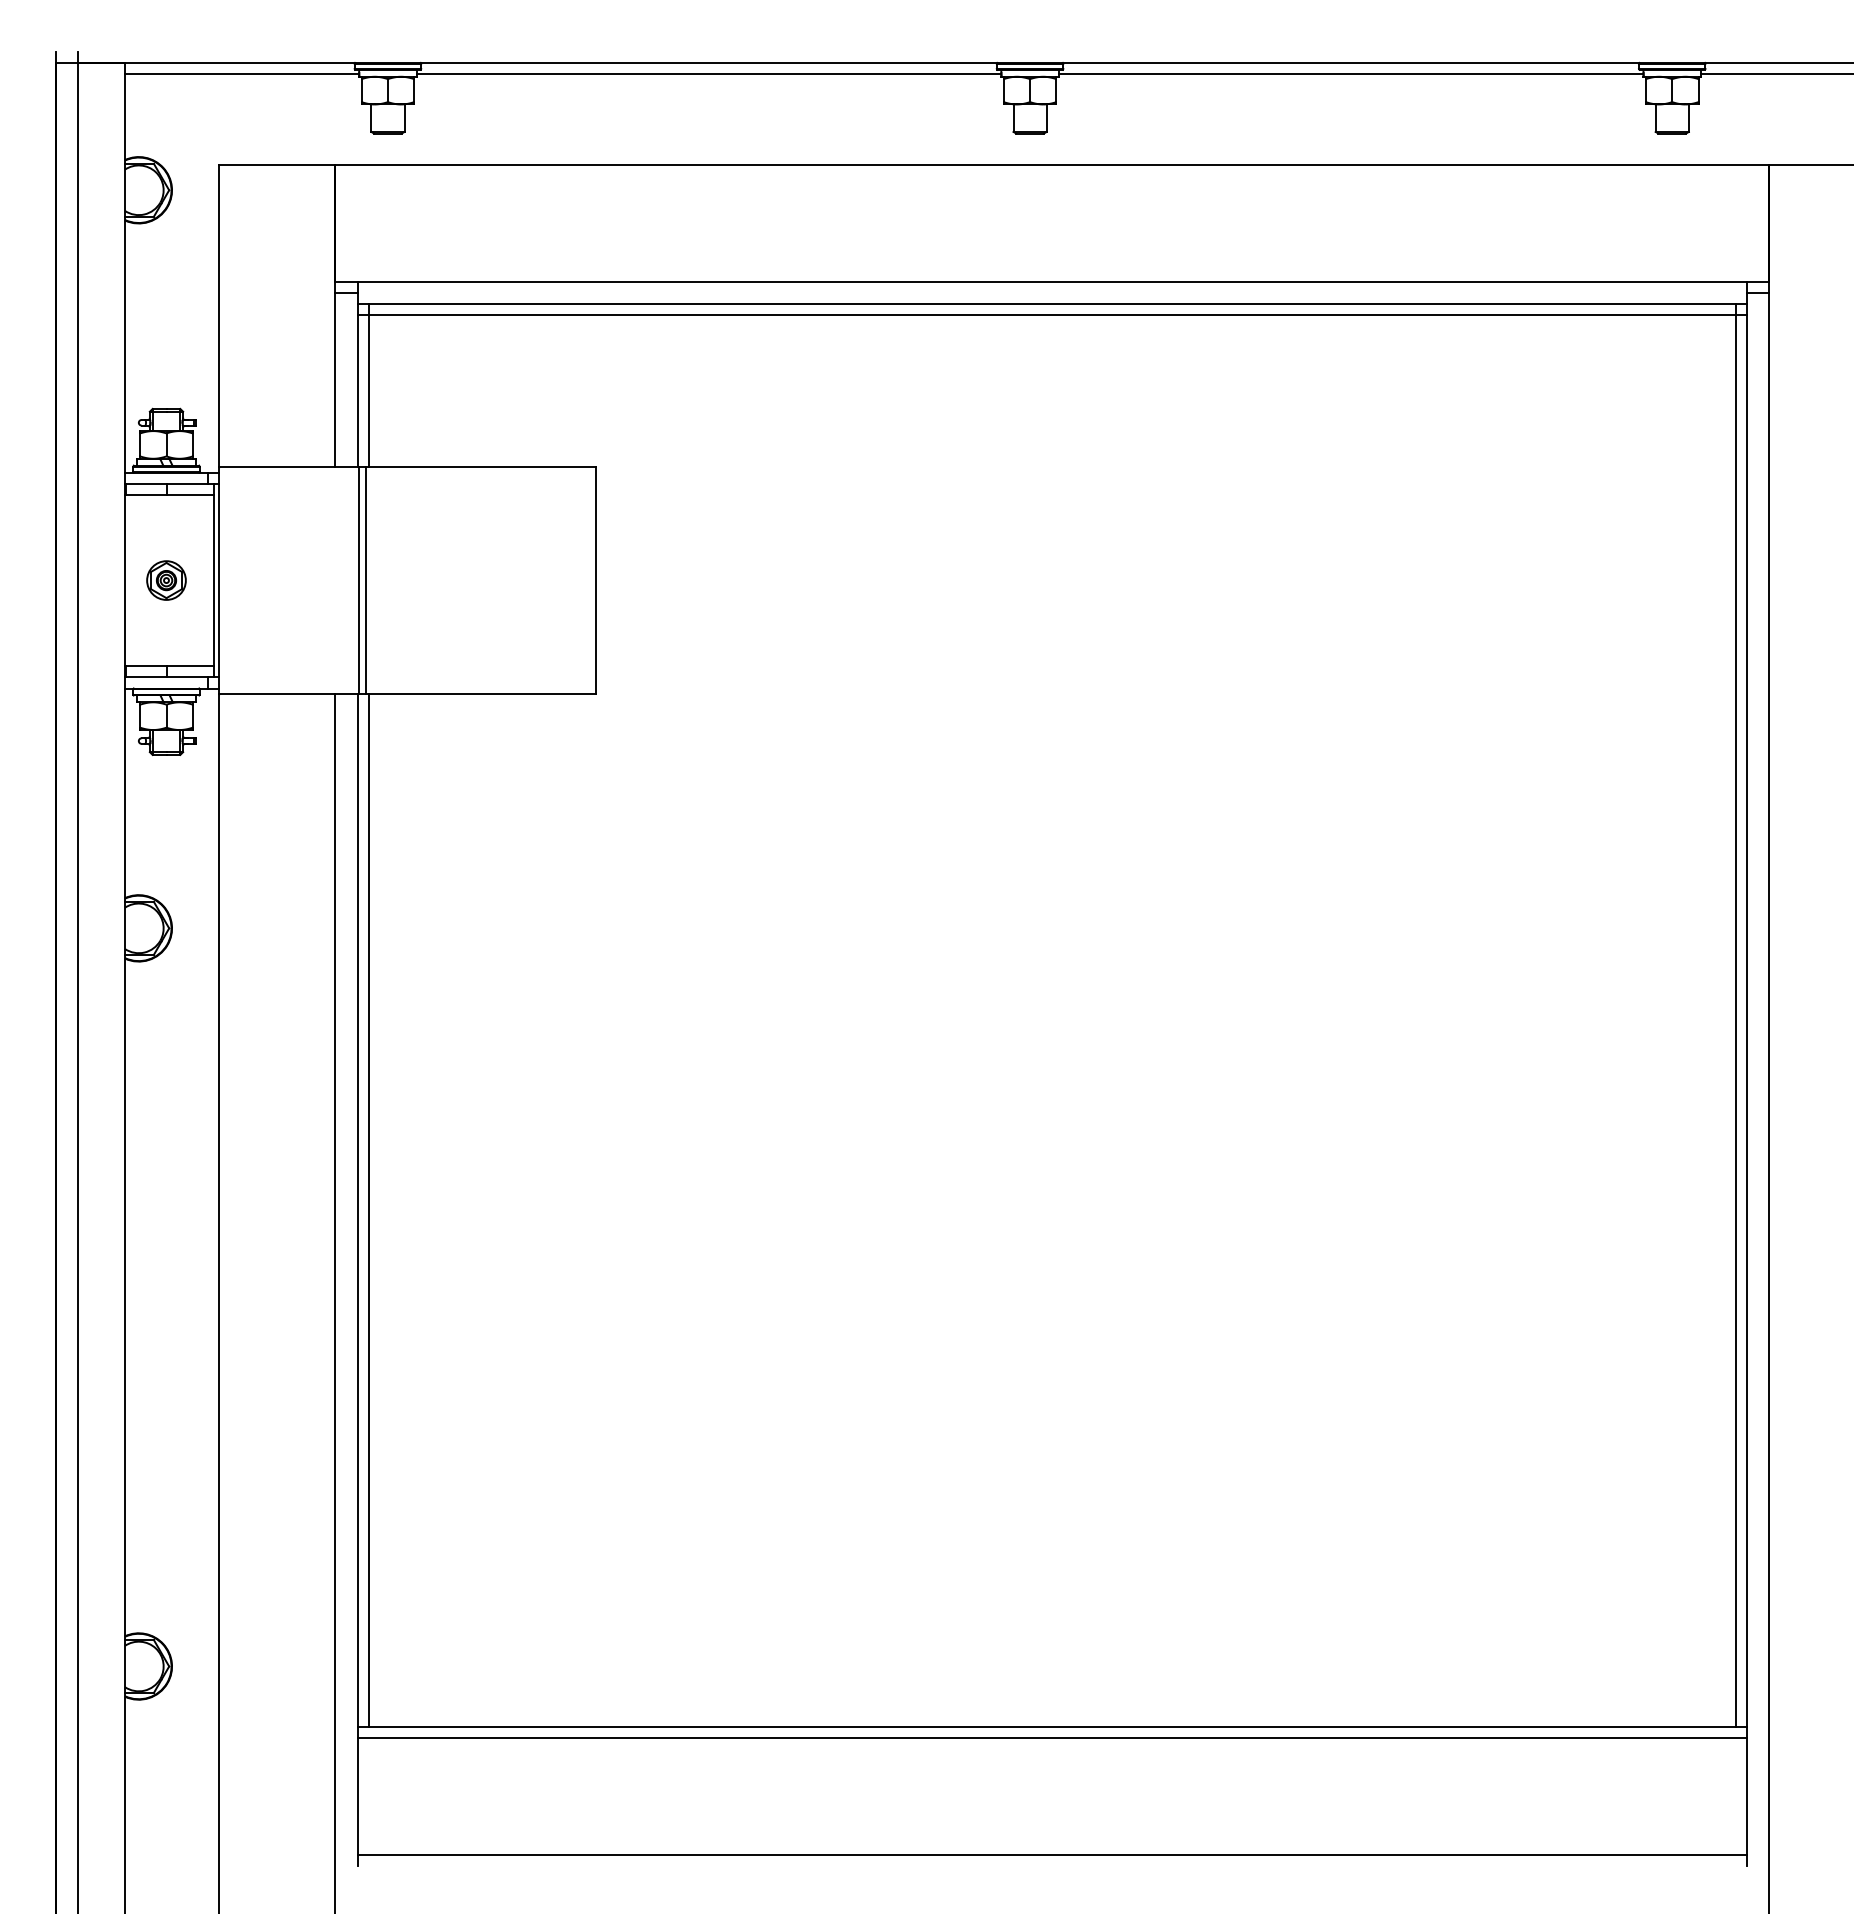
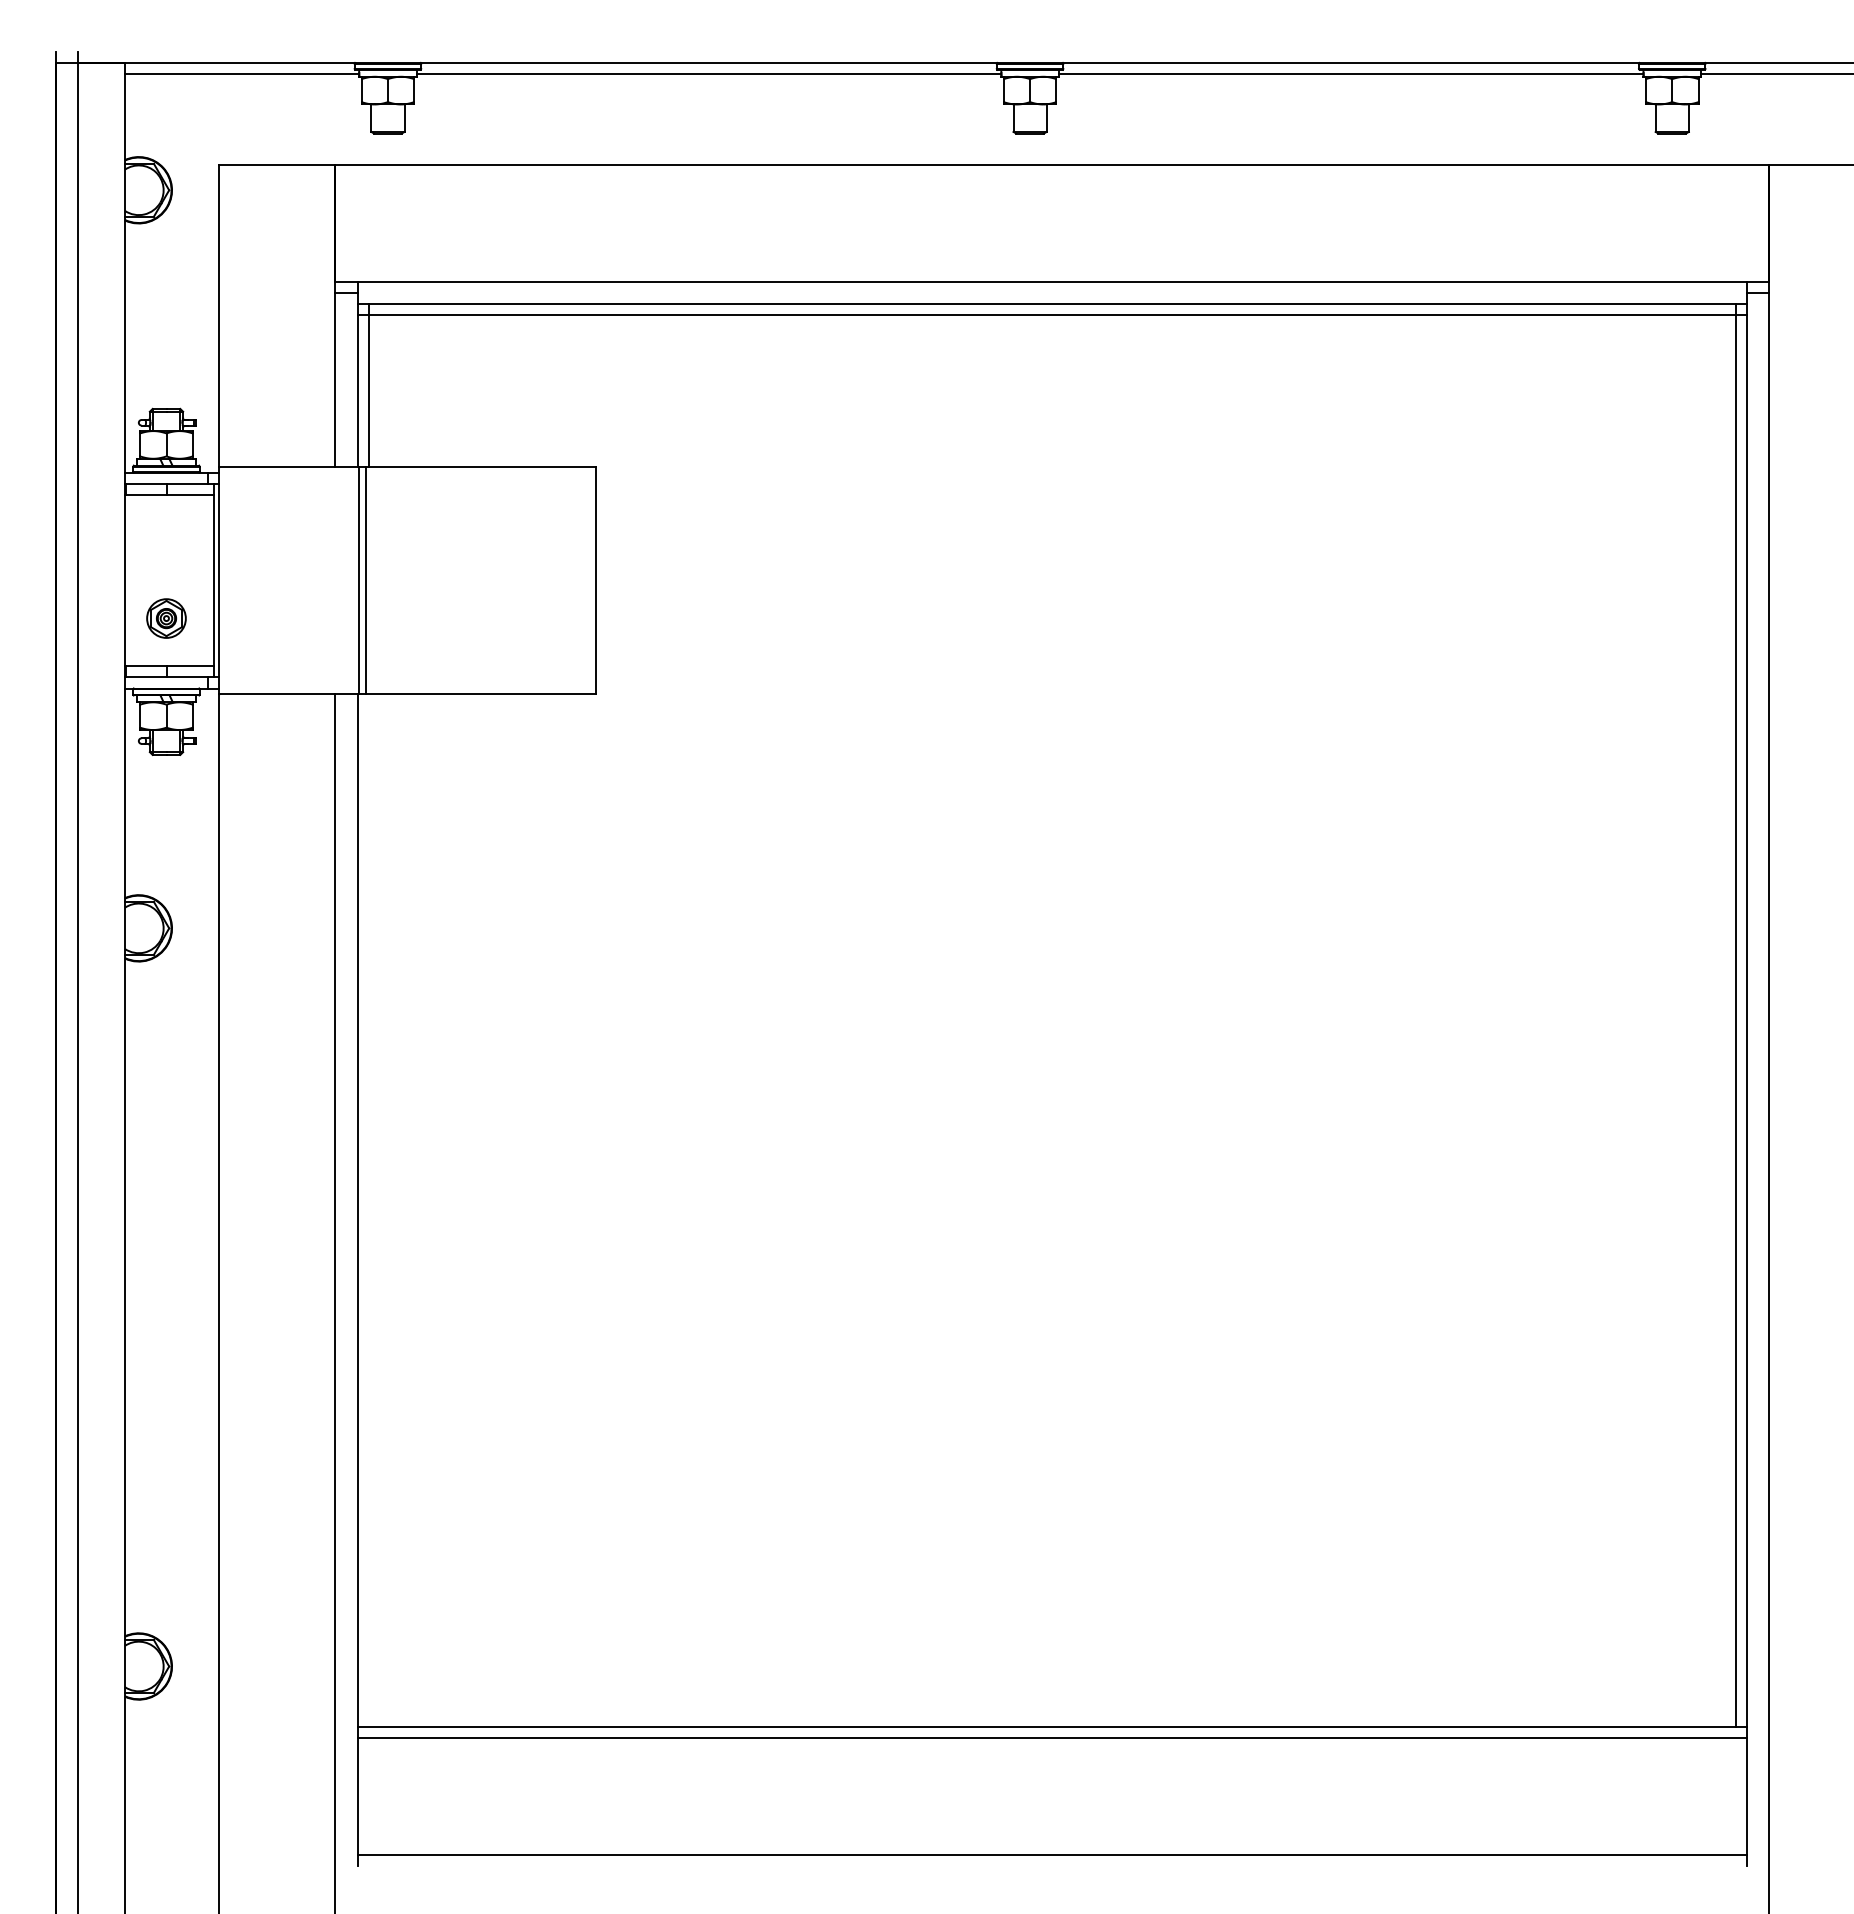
part at (166, 580) position: (166, 580) -> (166, 618)
line at (368, 1210): present -> none
